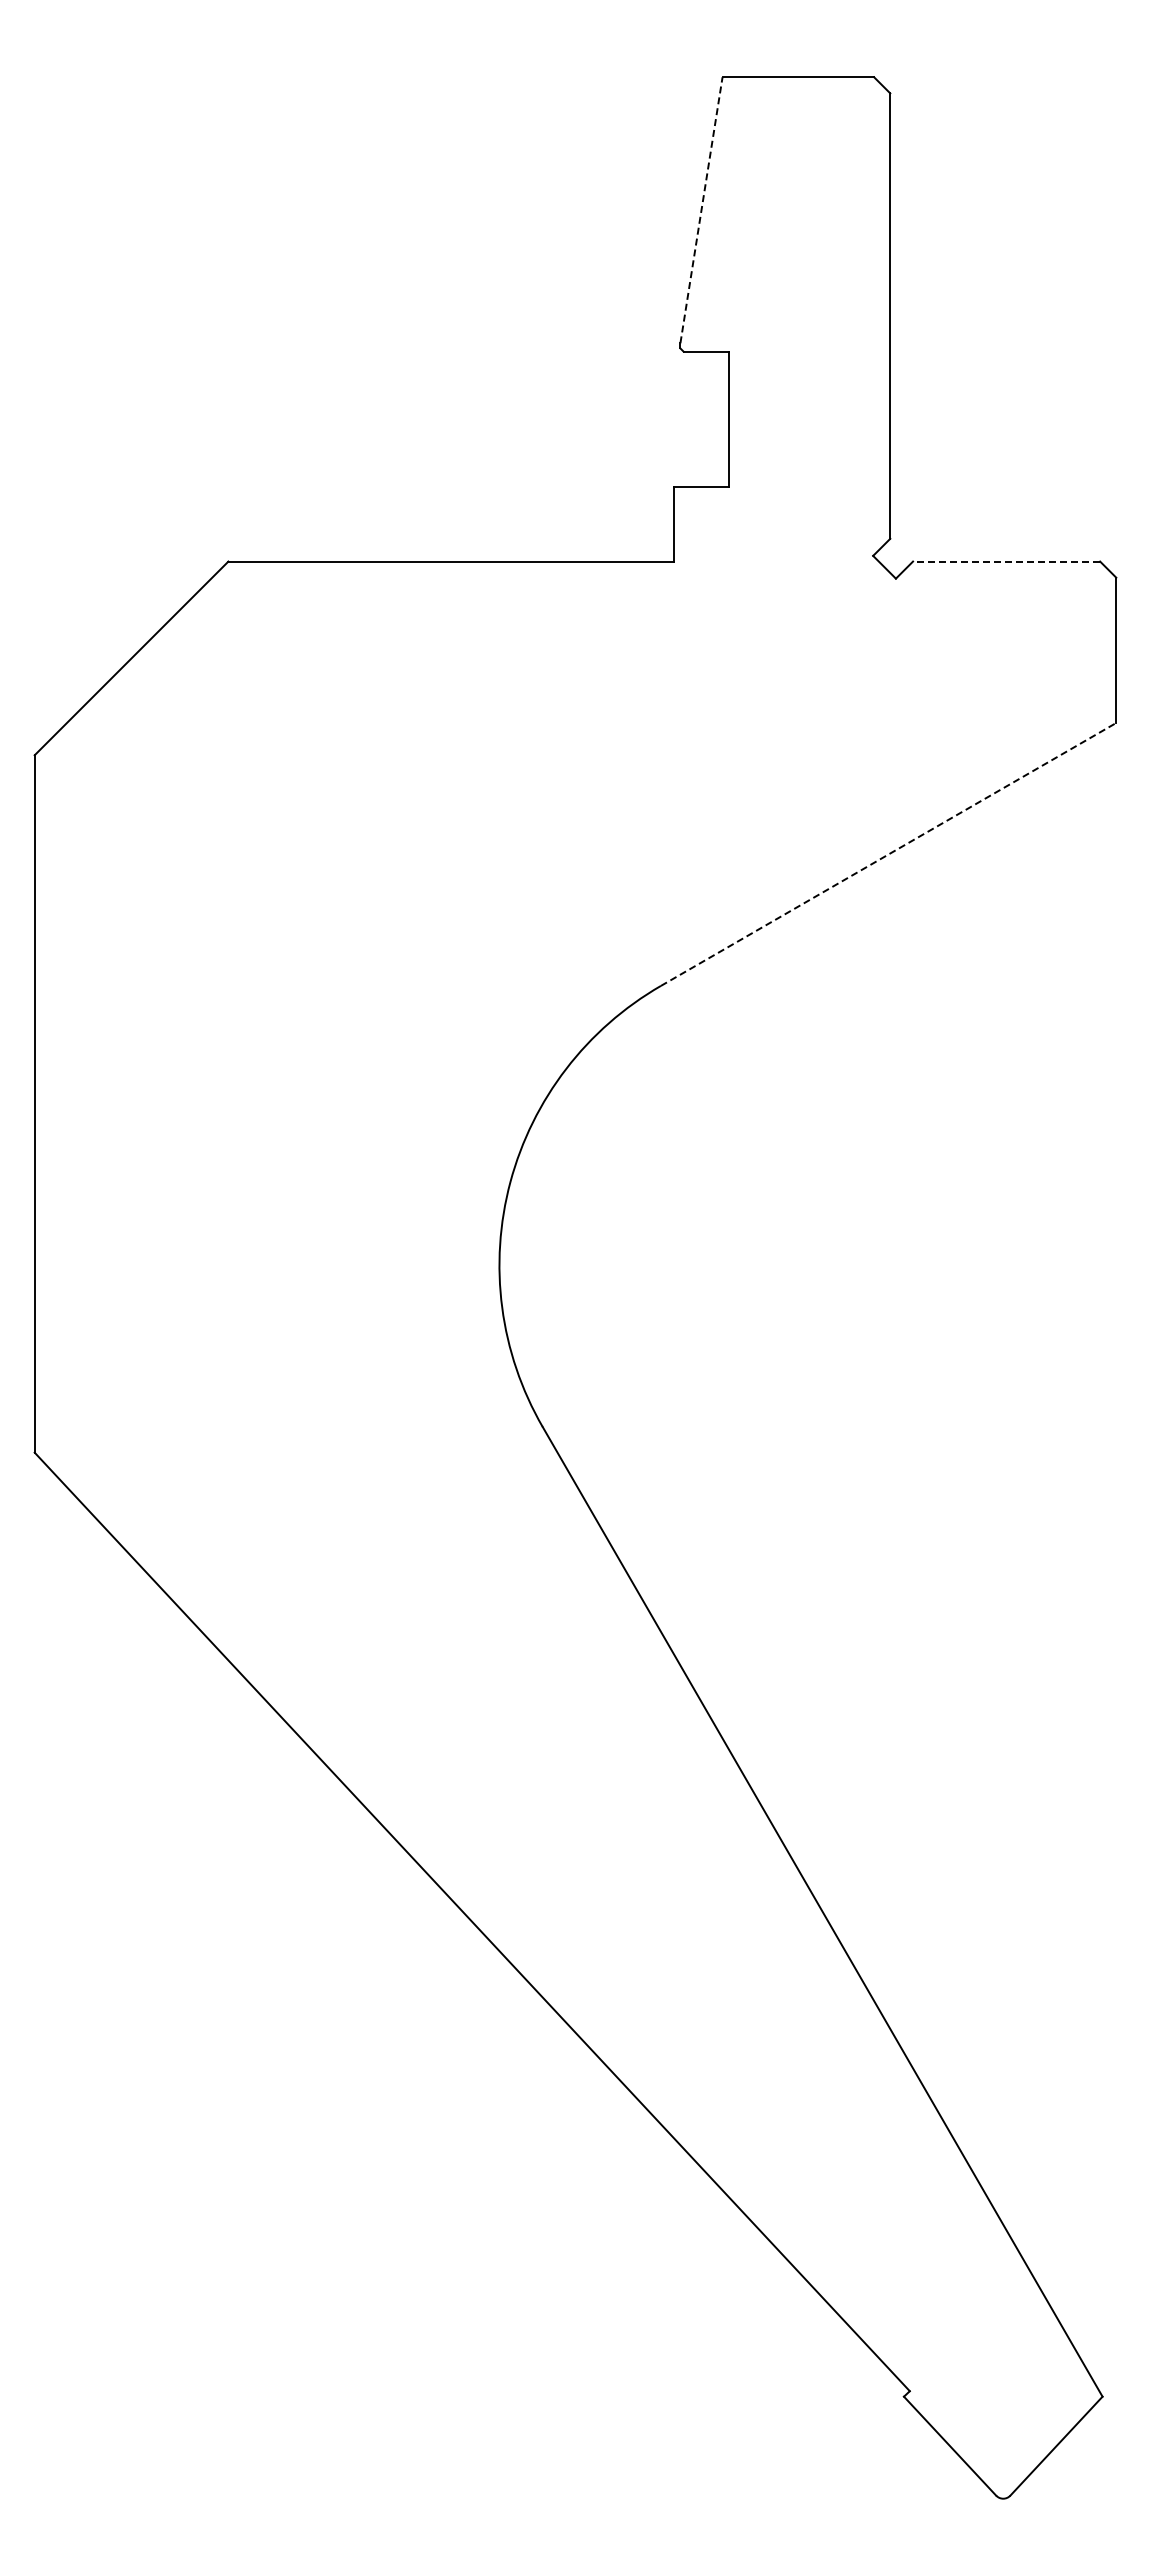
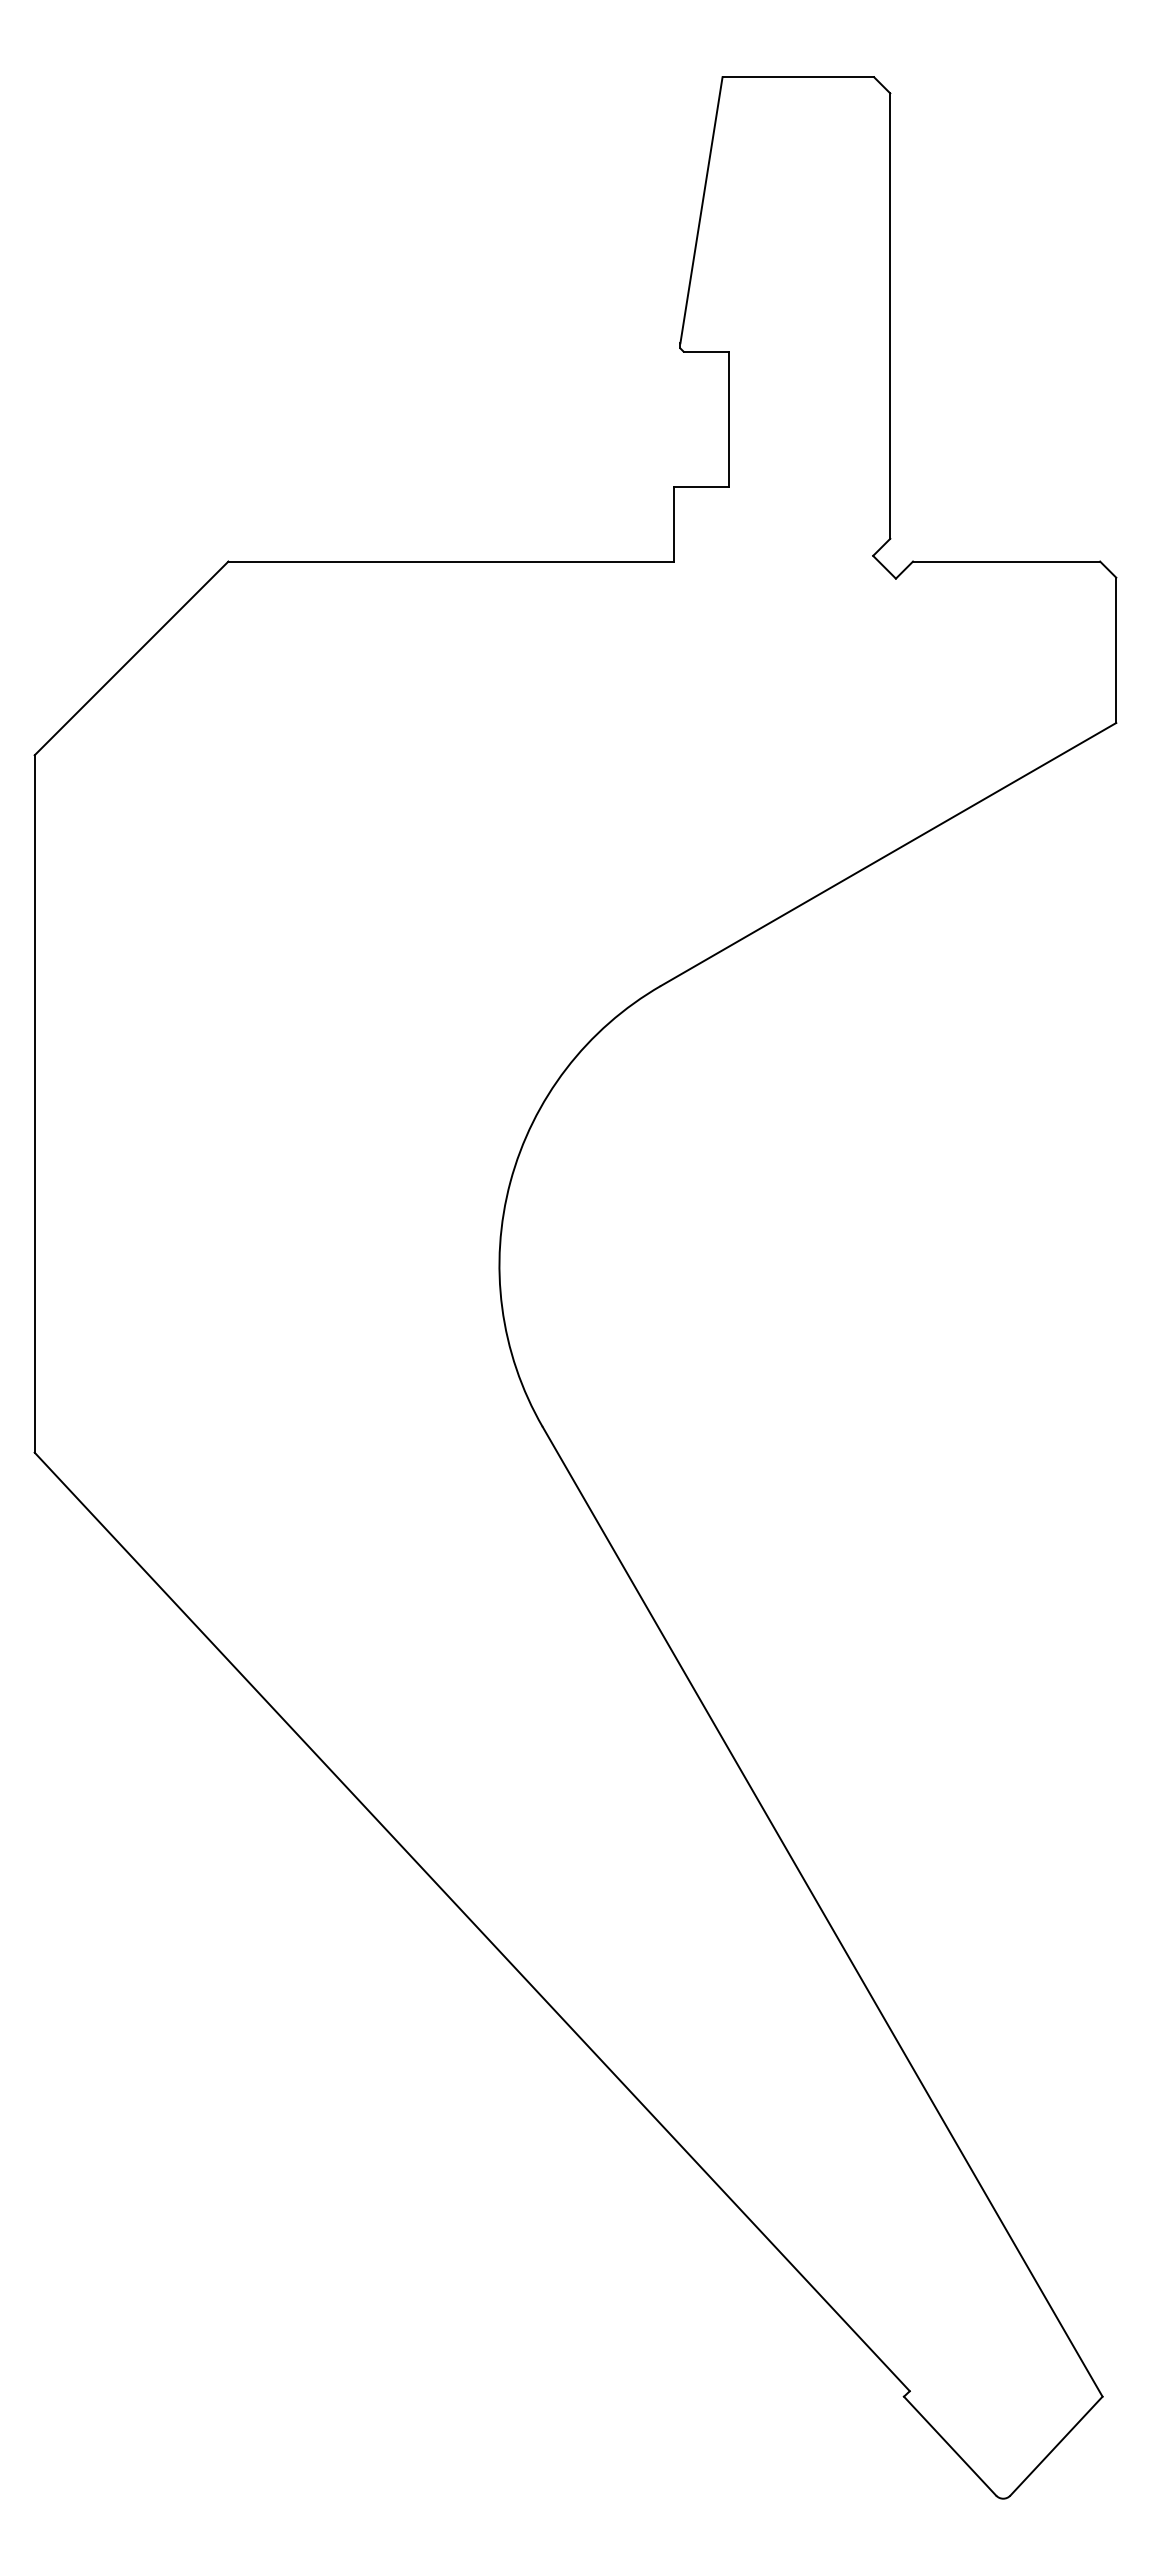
line at (701, 210): dashed -> solid
line at (1006, 561): dashed -> solid
line at (888, 854): dashed -> solid
